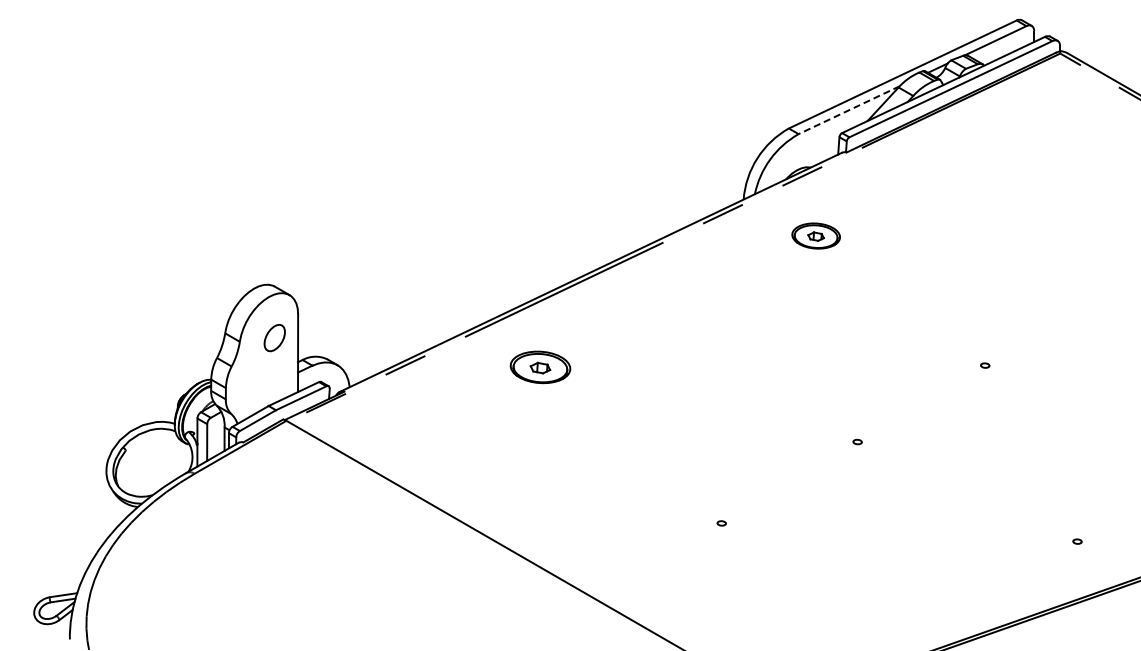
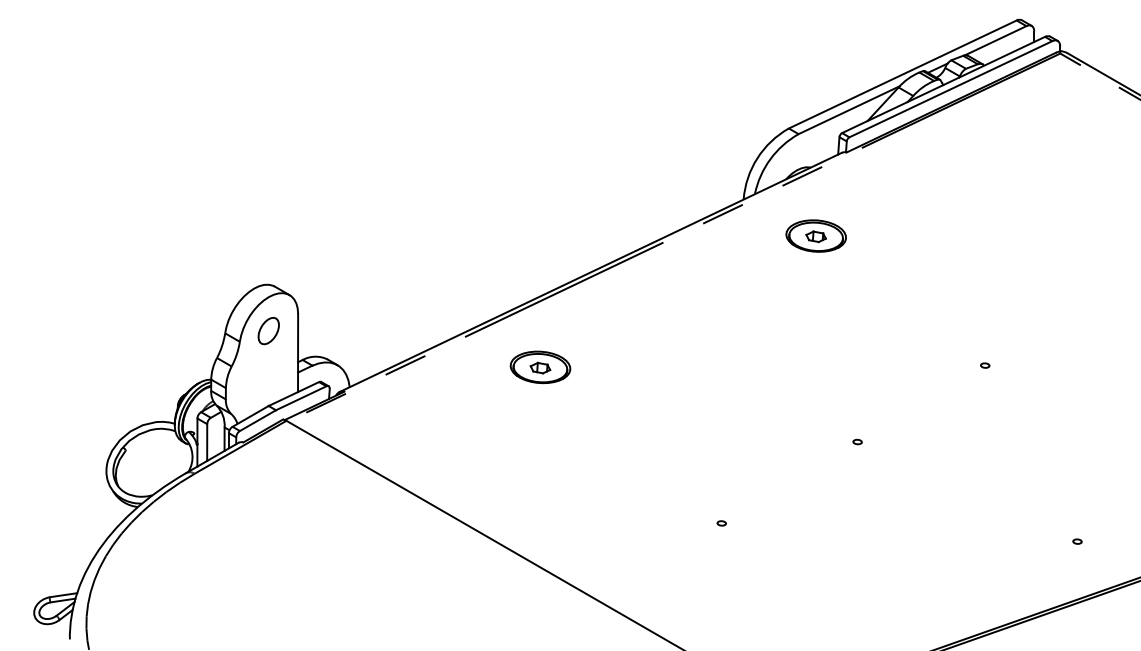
line at (849, 110): dashed -> solid
part at (815, 235) size: 50x28 px -> 62x34 px
part at (274, 338) position: (274, 338) -> (268, 331)
